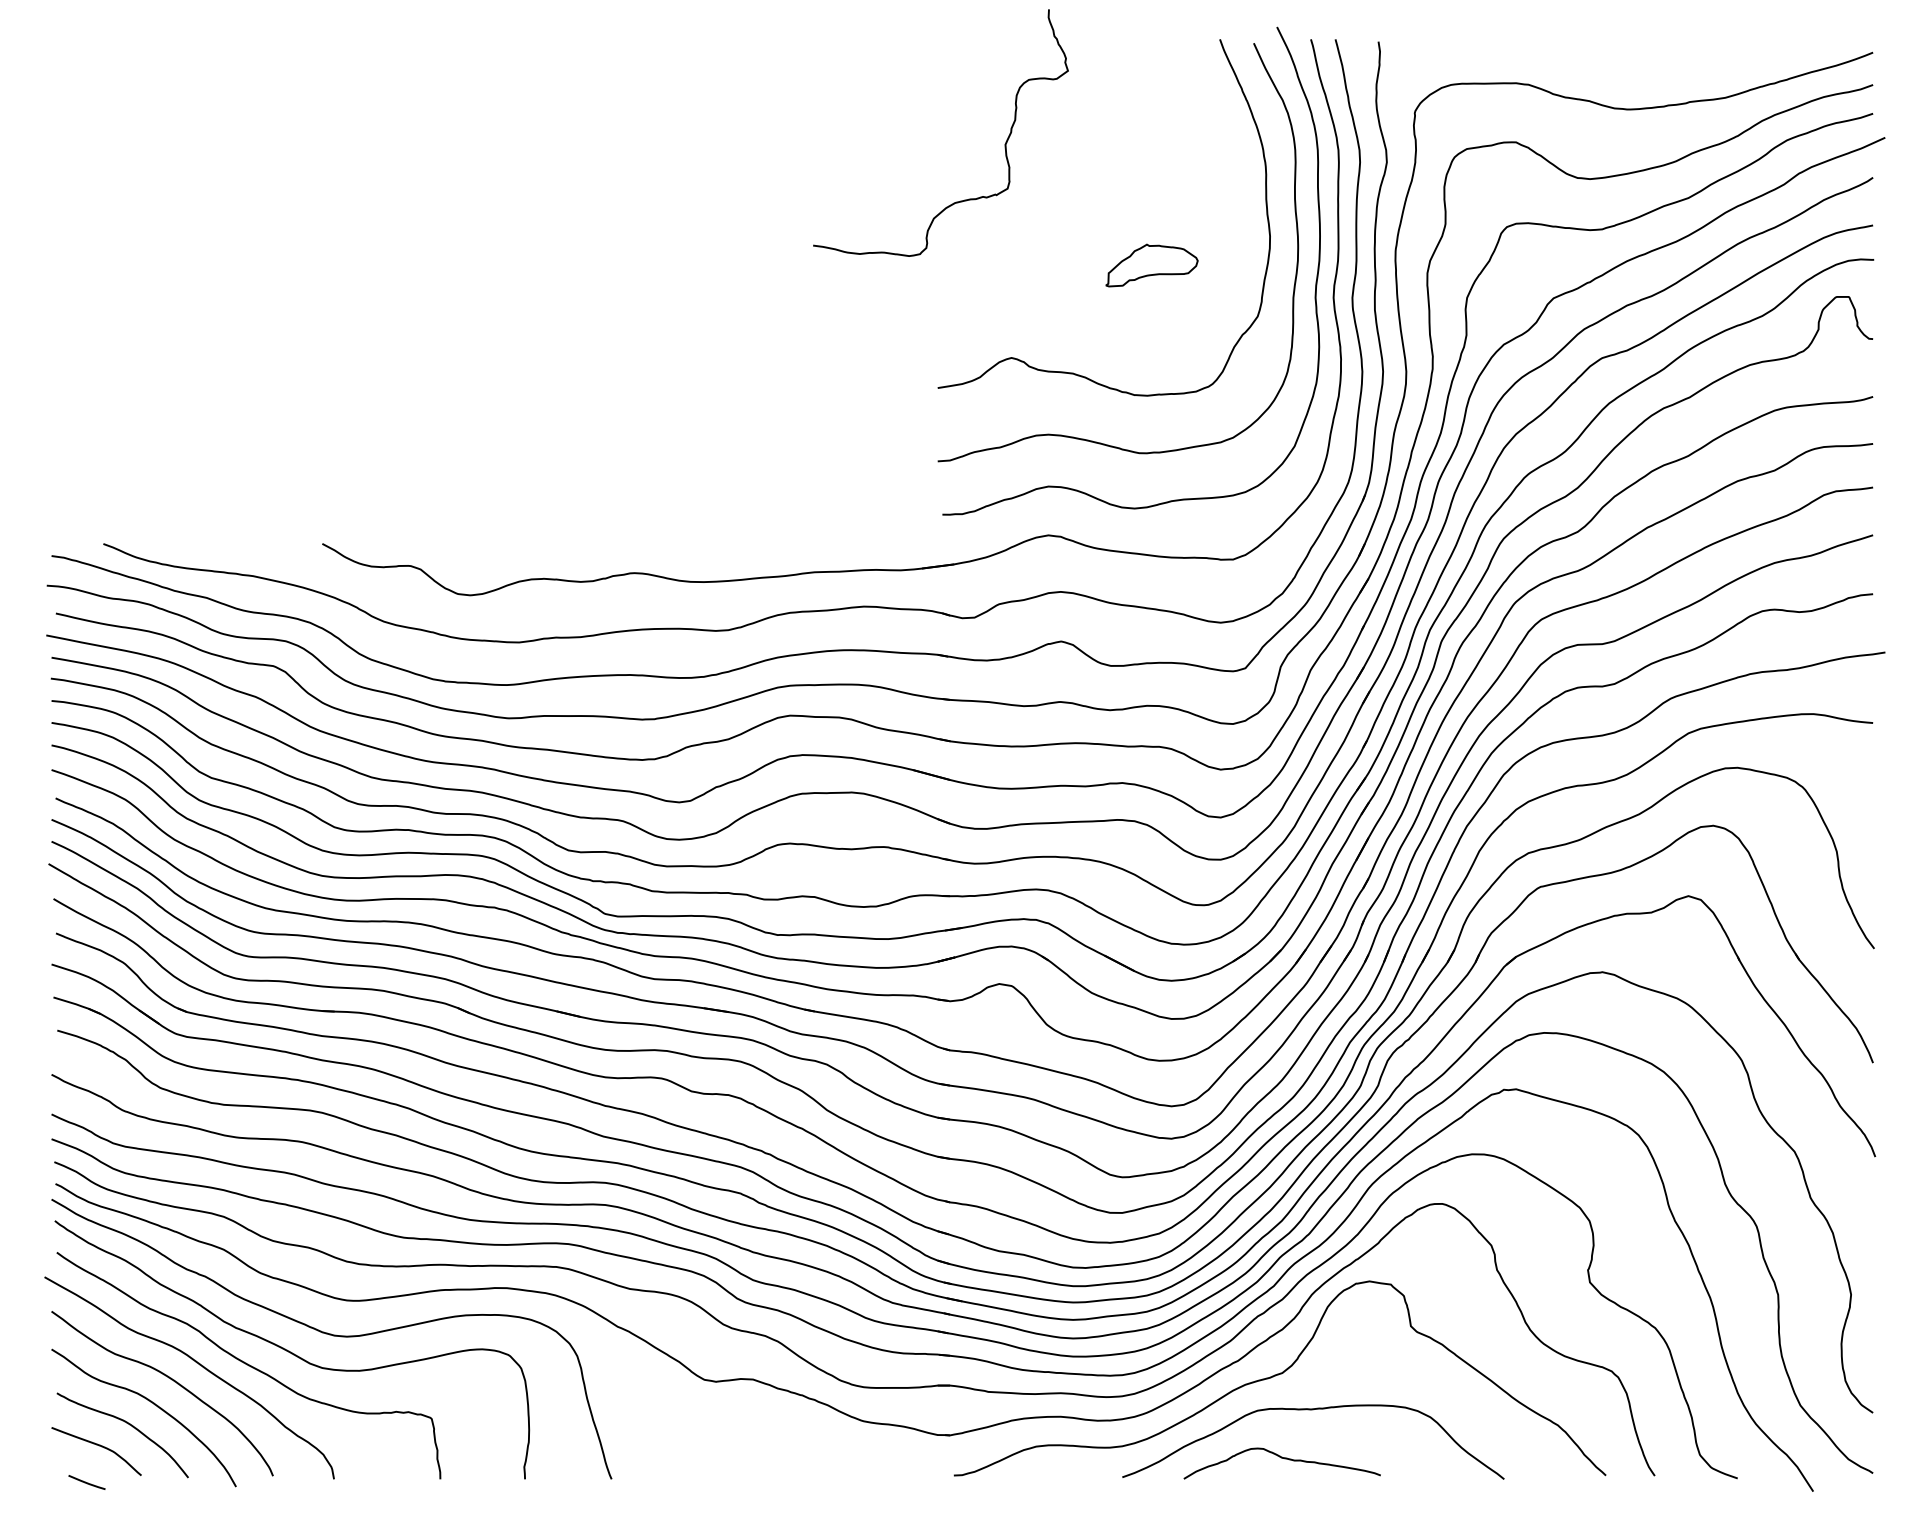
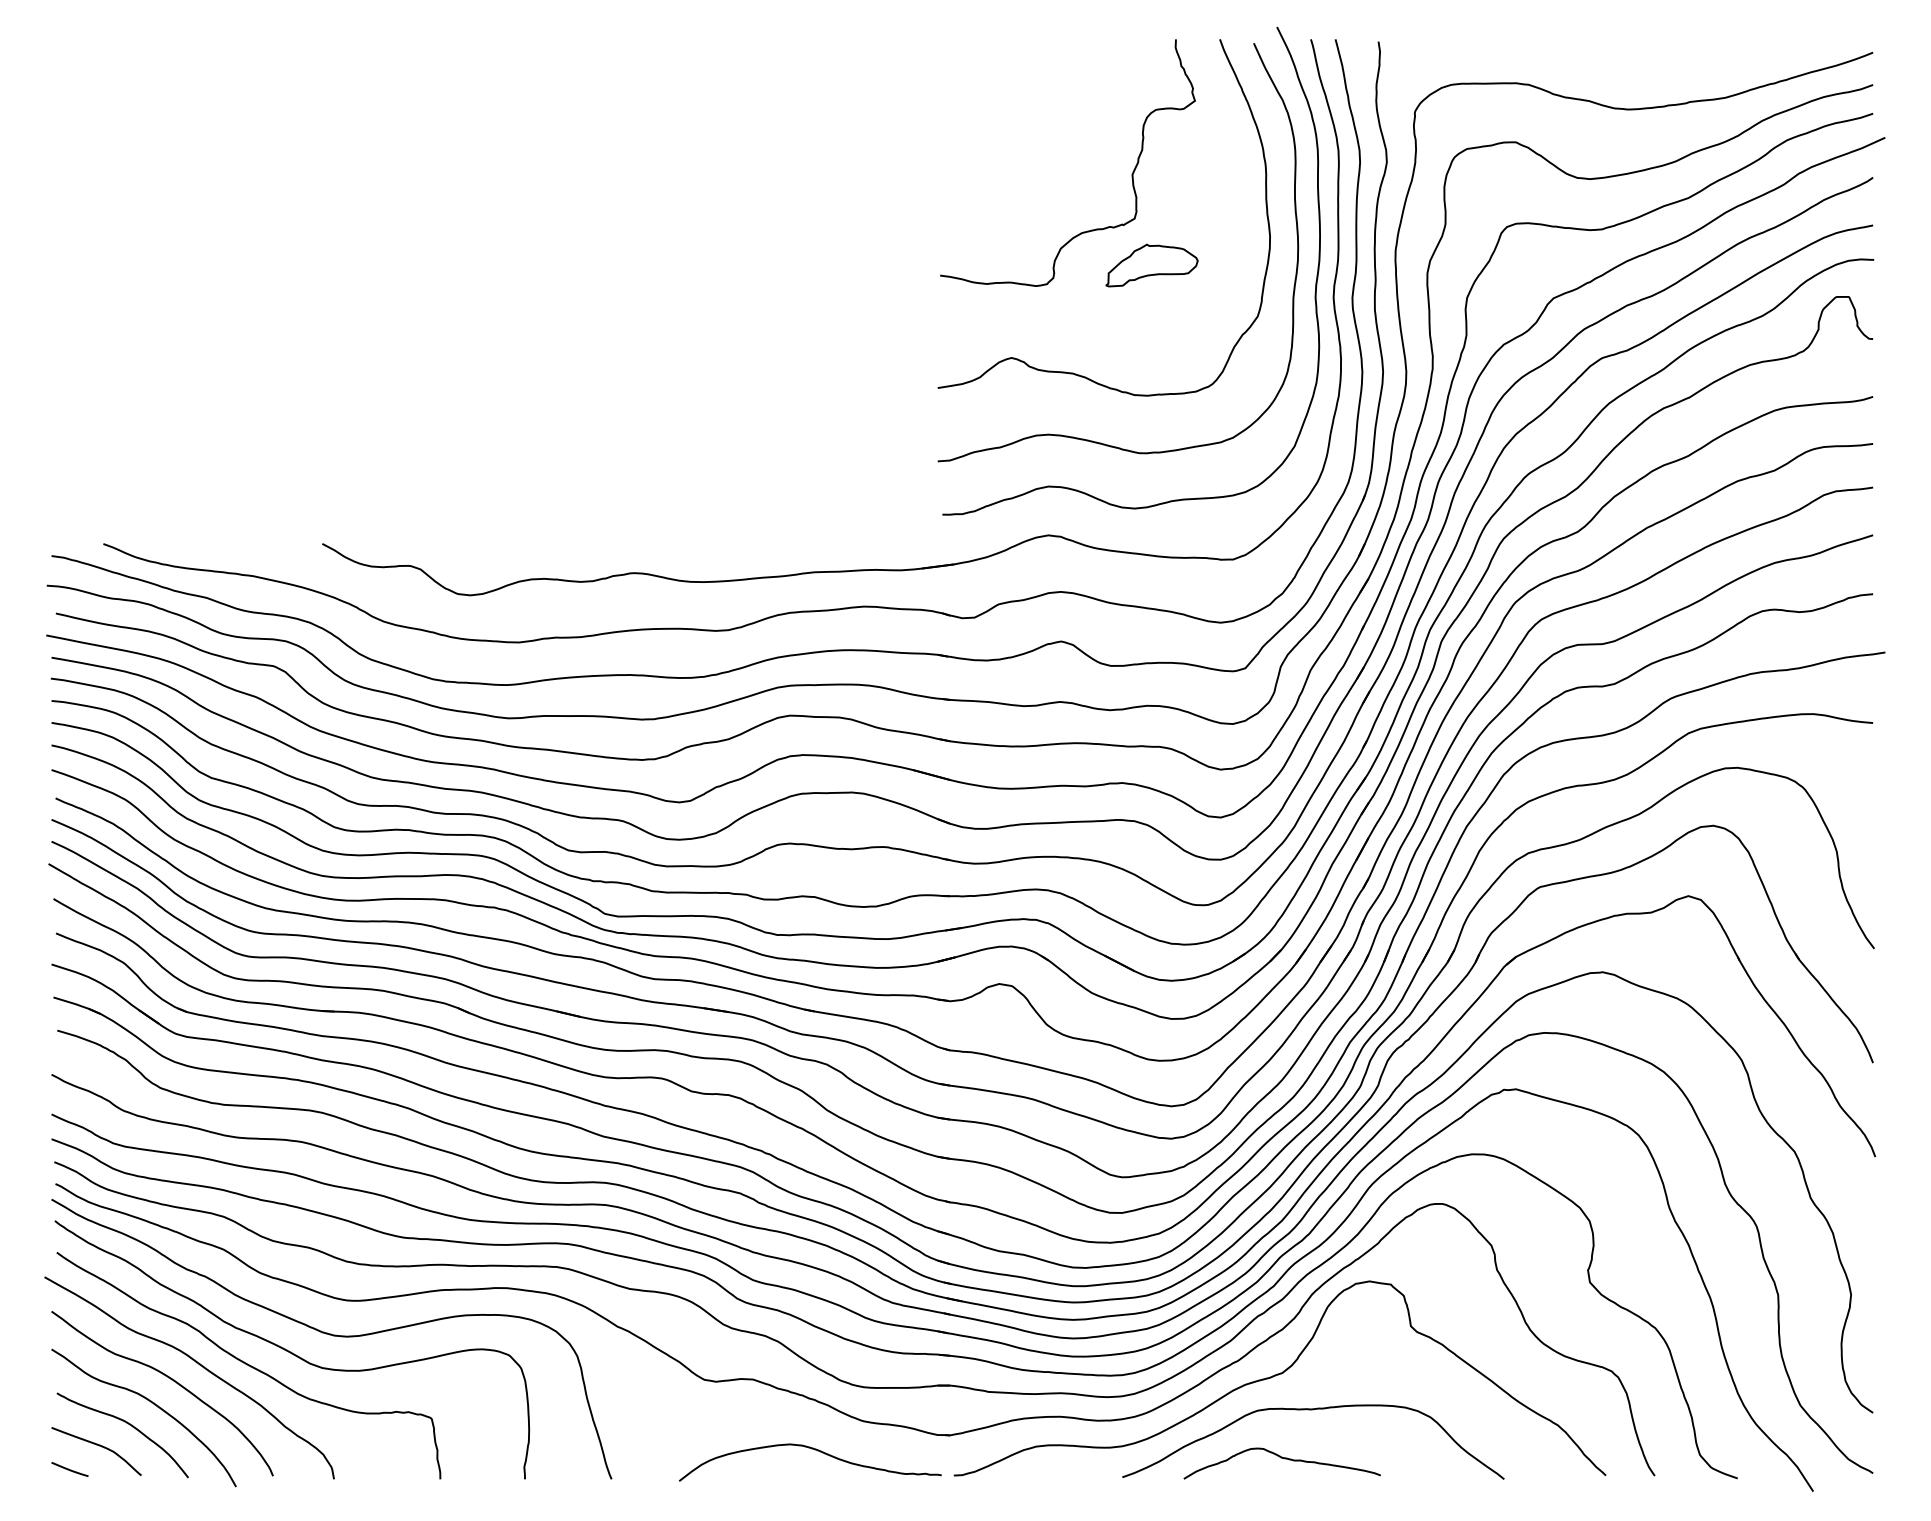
curve at (1004, 144) position: (1004, 144) -> (1131, 174)
curve at (815, 1450): none -> present
line at (86, 1482) position: (86, 1482) -> (69, 1469)
